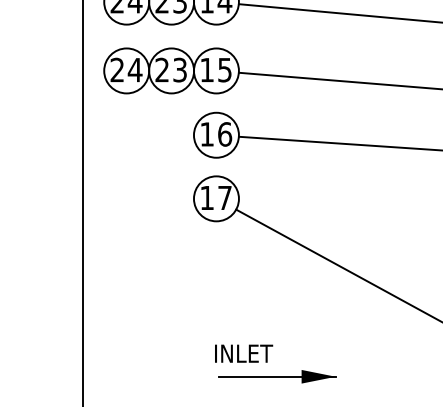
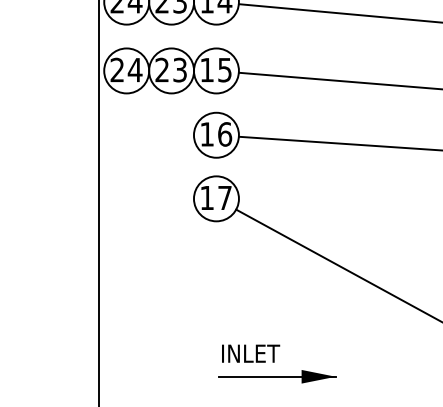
line at (83, 202) position: (83, 202) -> (99, 202)
text at (244, 353) position: (244, 353) -> (251, 353)
